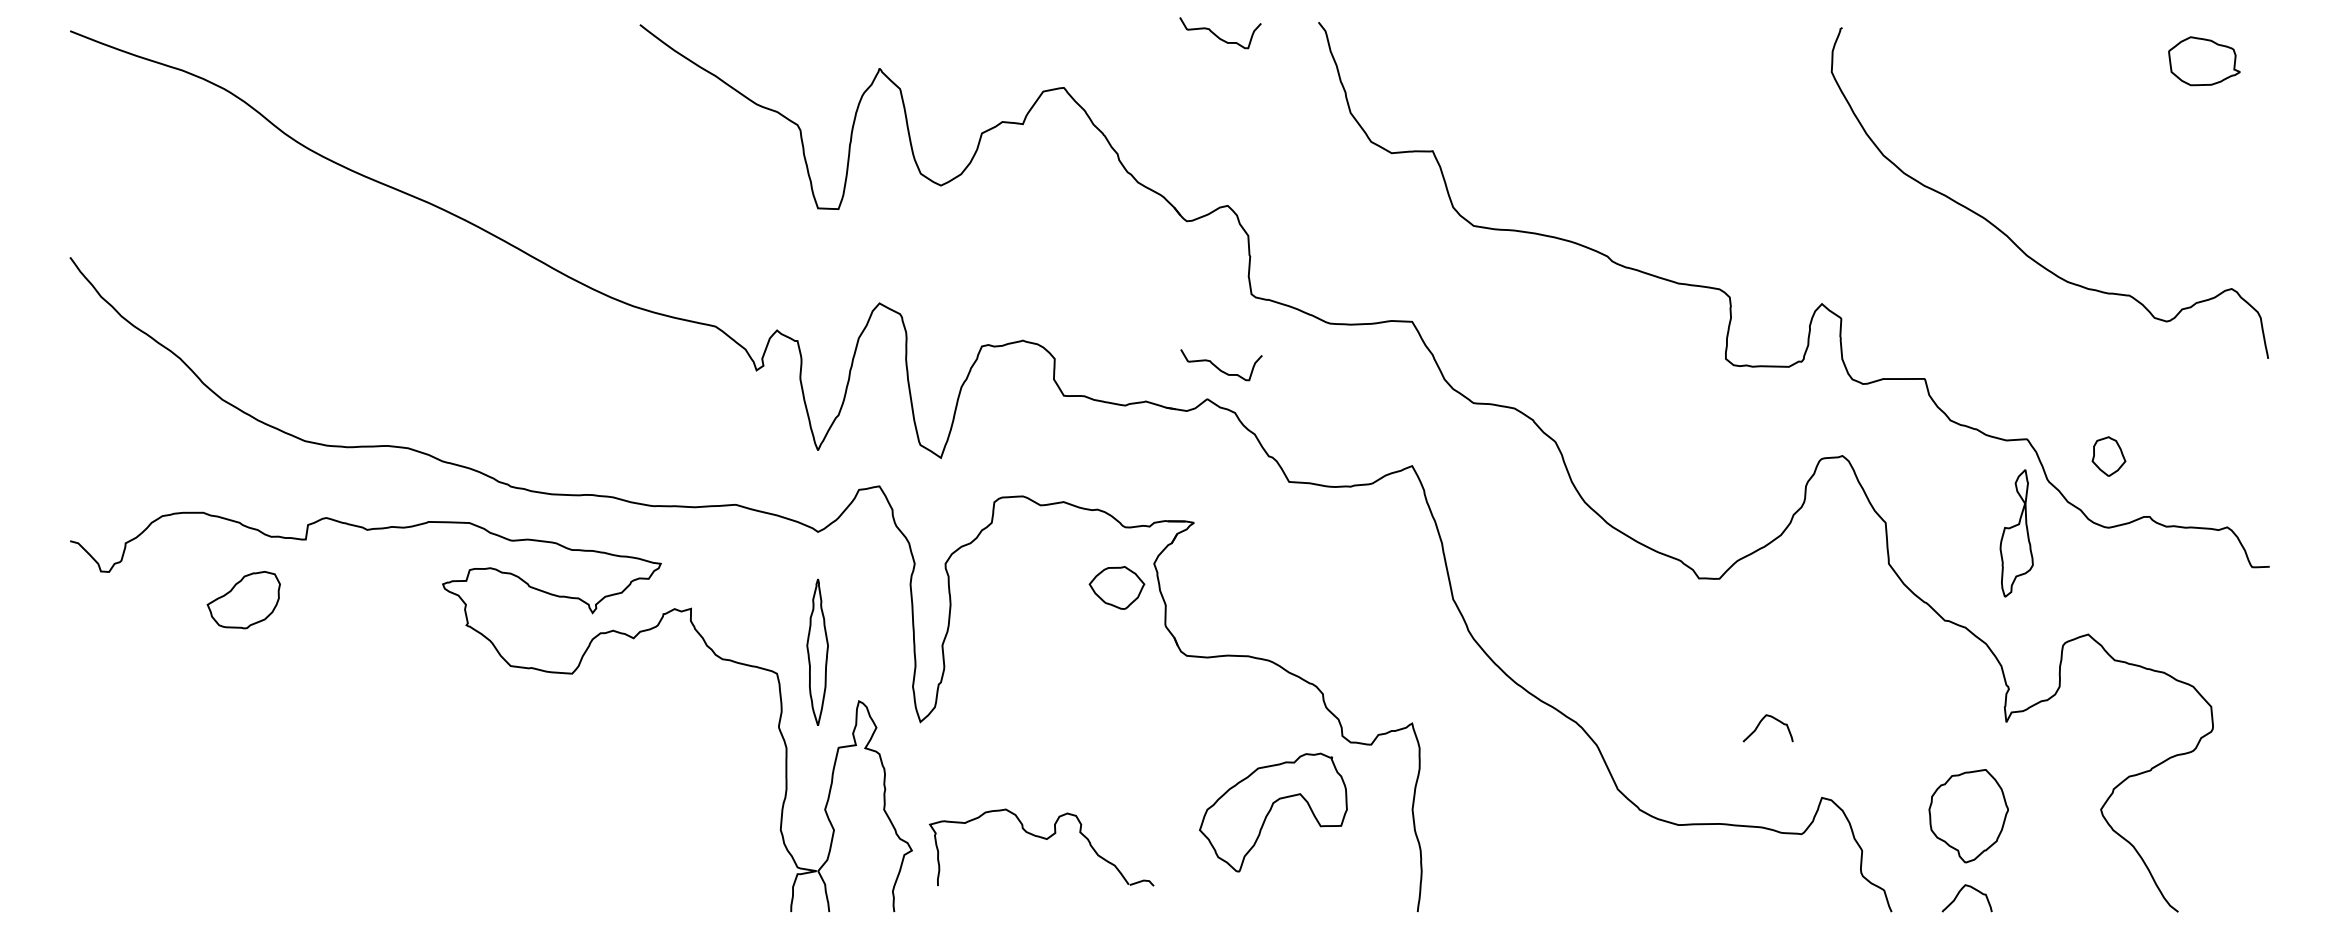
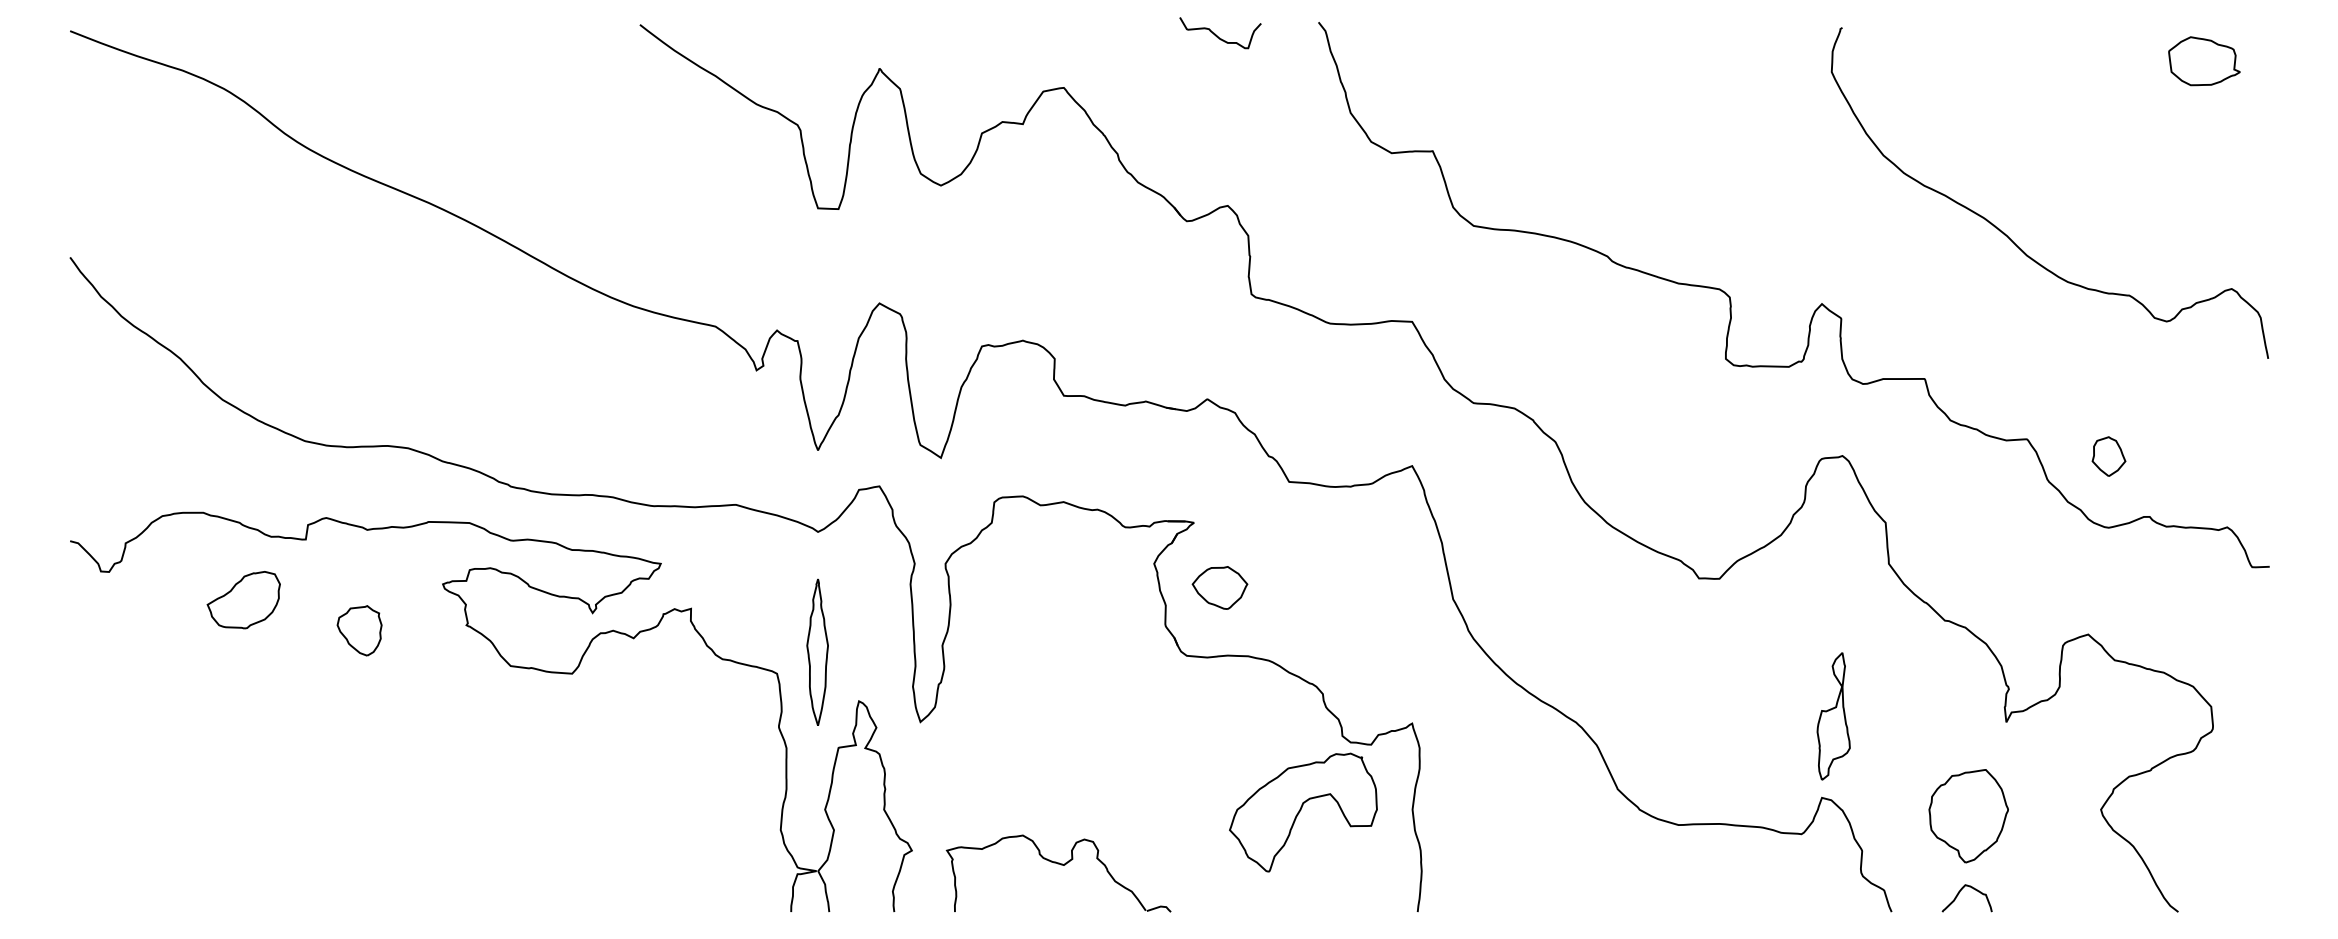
curve at (1218, 367): present -> none
part at (2016, 533) position: (2016, 533) -> (1833, 716)
part at (1116, 587) position: (1116, 587) -> (1219, 587)
part at (359, 630): none -> present
curve at (1761, 722): present -> none
part at (1273, 812) position: (1273, 812) -> (1303, 812)
part at (1044, 839) position: (1044, 839) -> (1061, 865)
